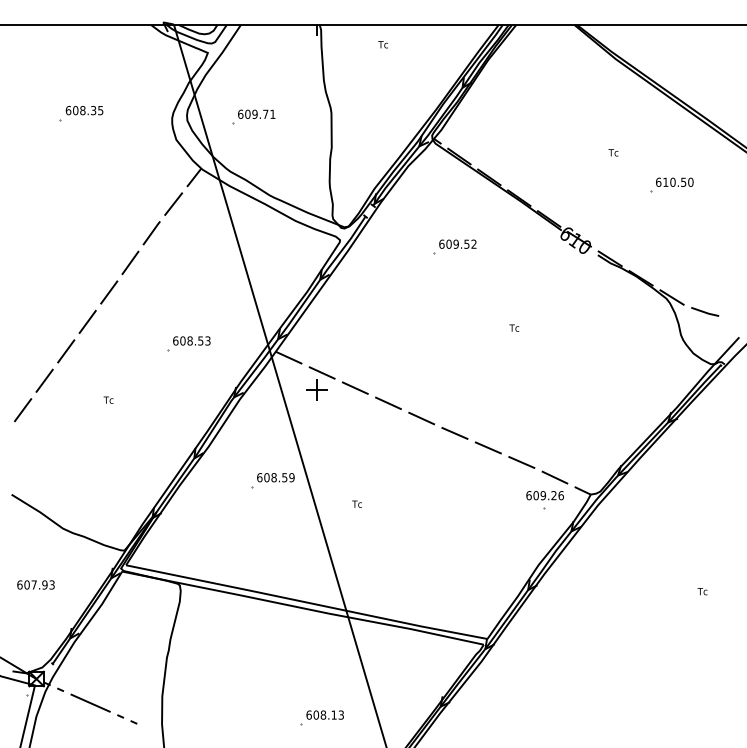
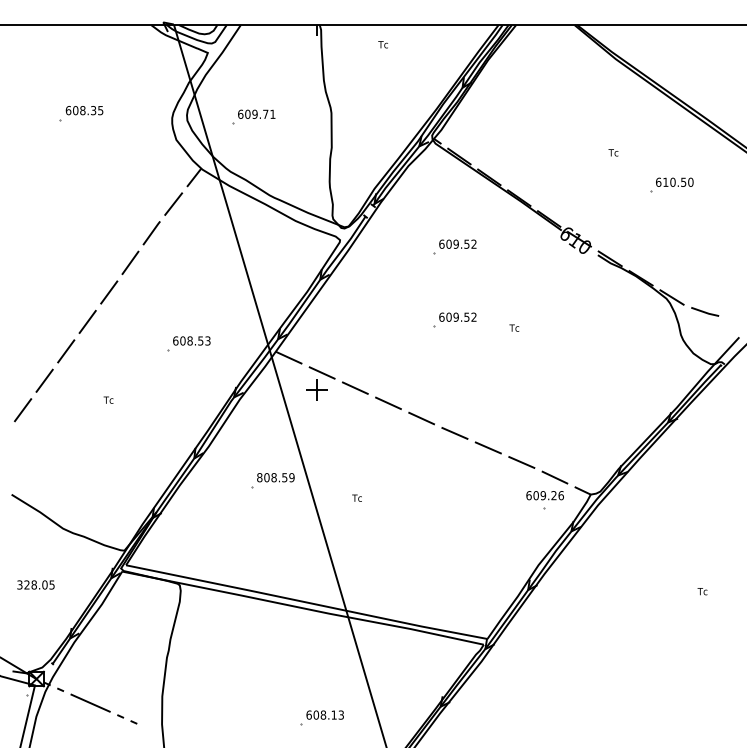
part at (454, 319): none -> present
text at (259, 477): 608.59 -> 808.59
text at (356, 503) position: (356, 503) -> (356, 497)
text at (35, 584): 607.93 -> 328.05
